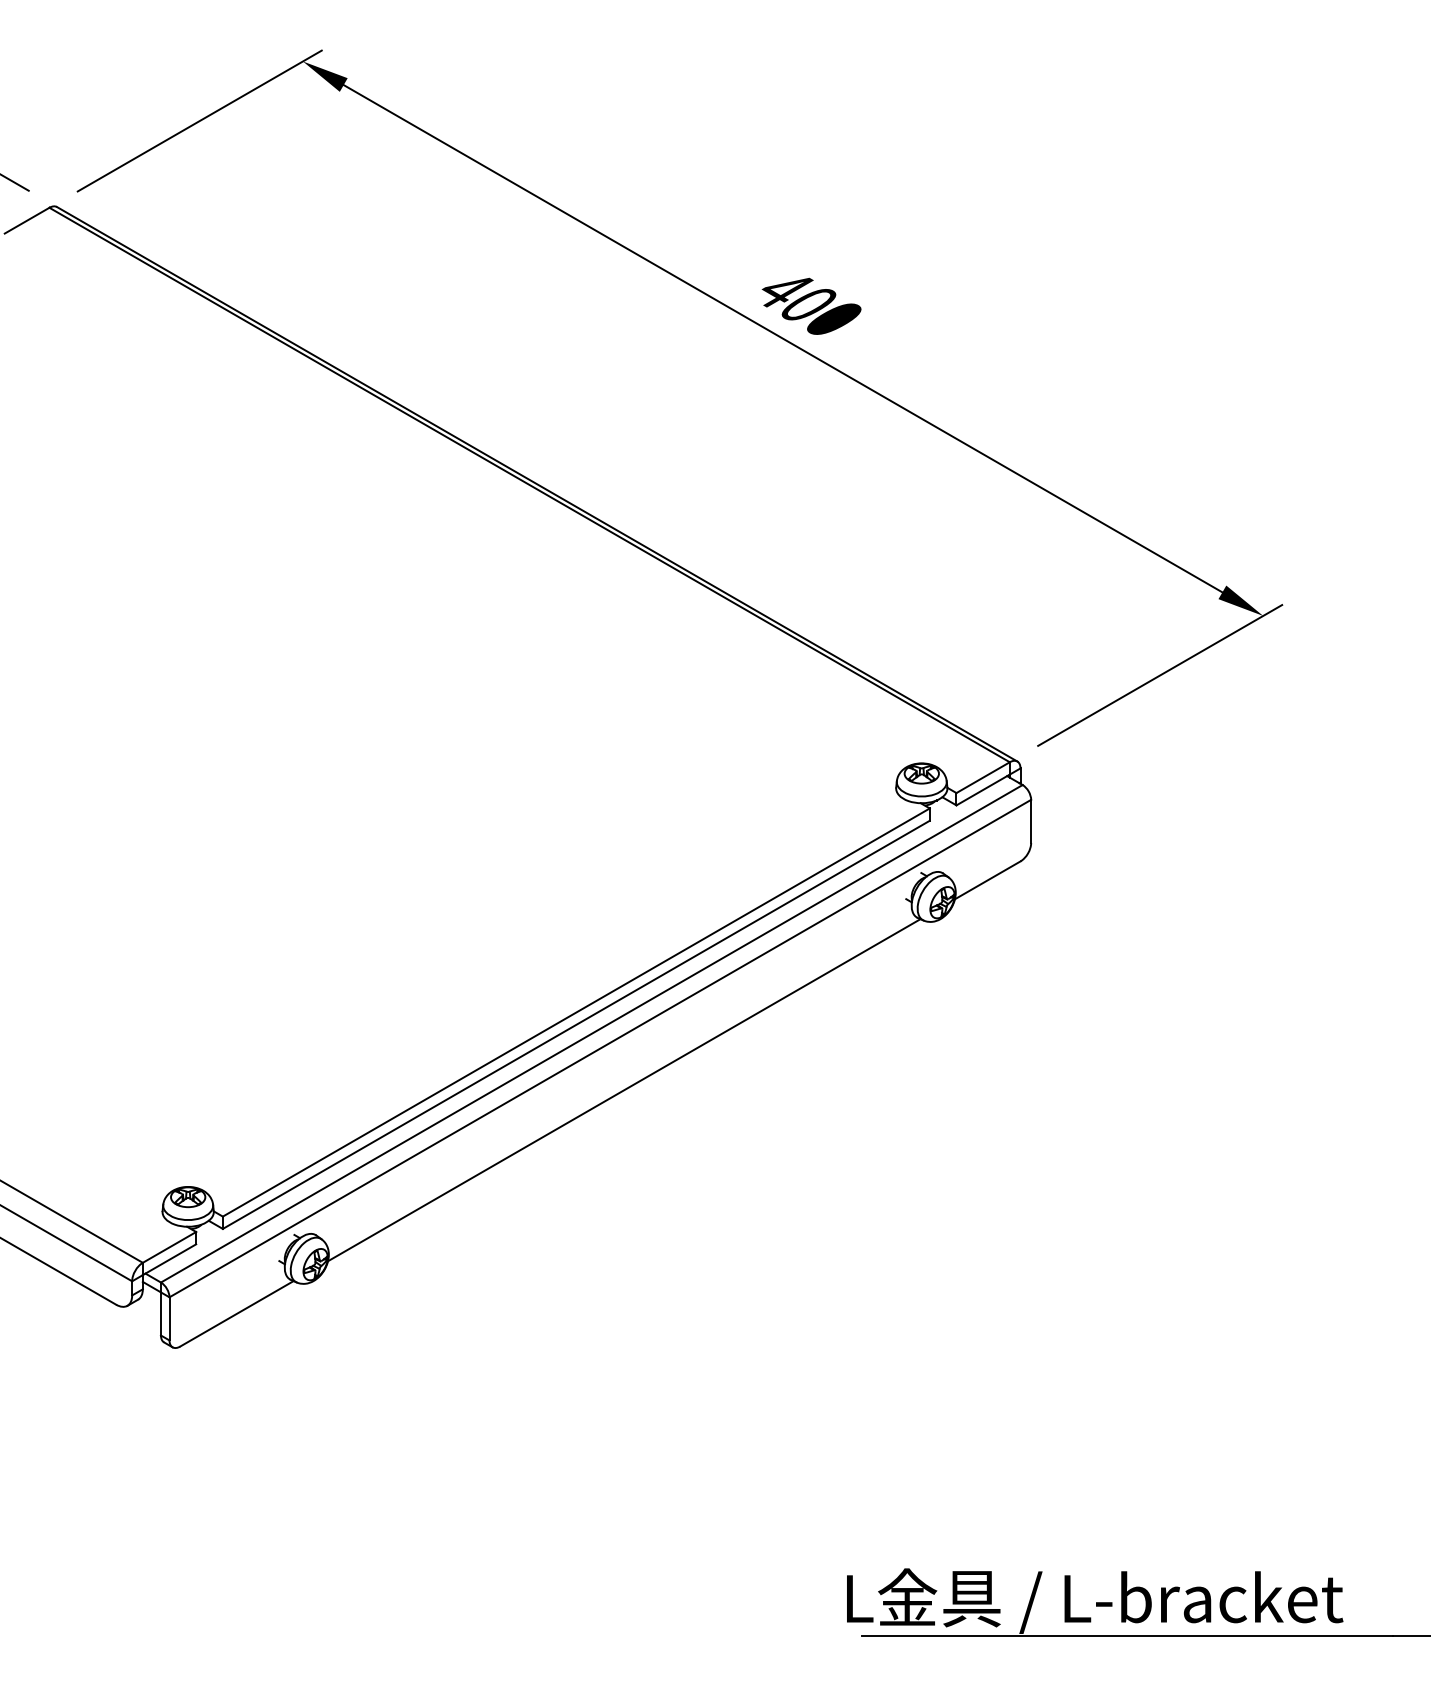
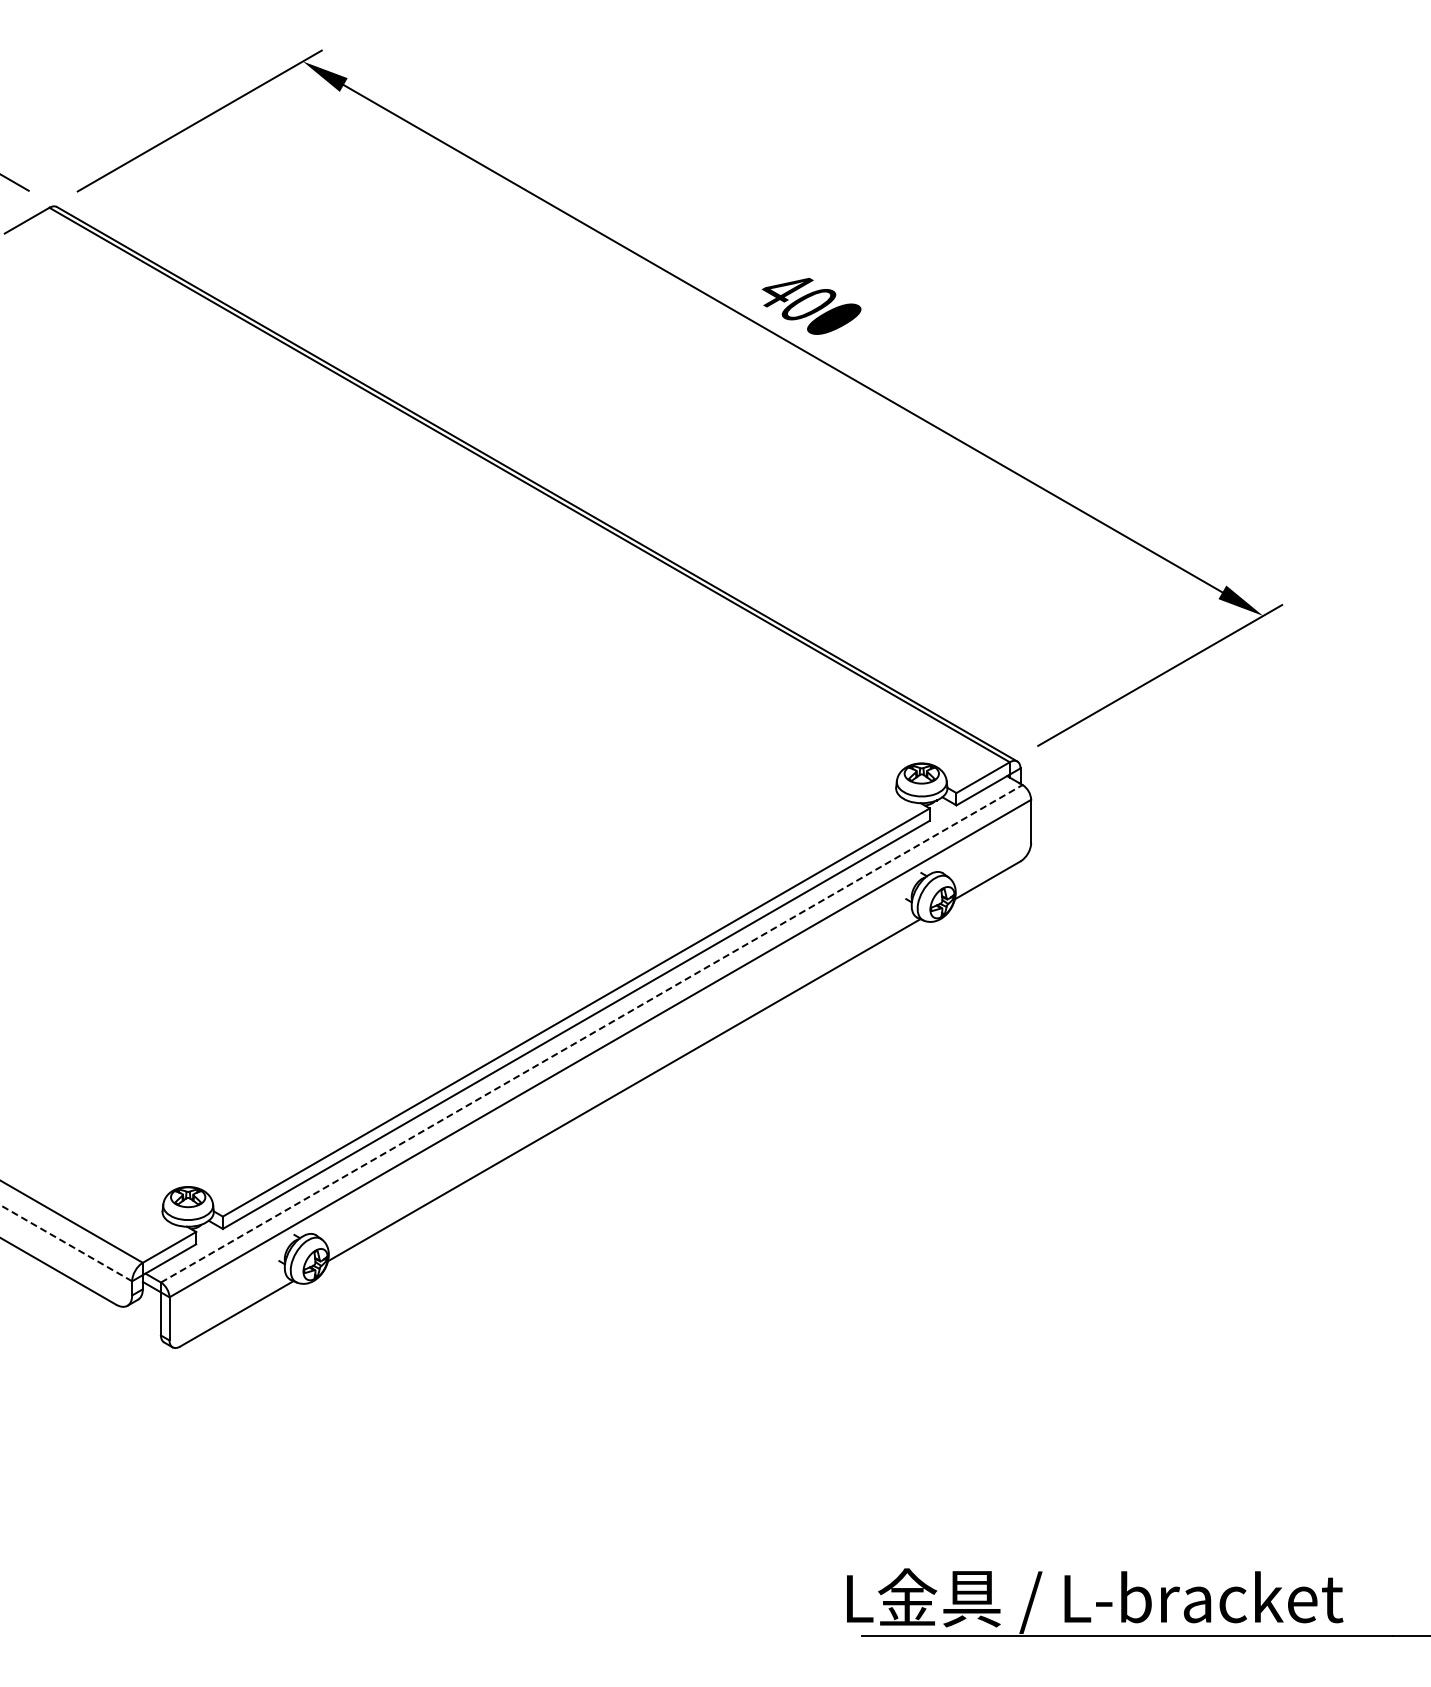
line at (592, 1033): solid -> dashed
line at (66, 1243): solid -> dashed
